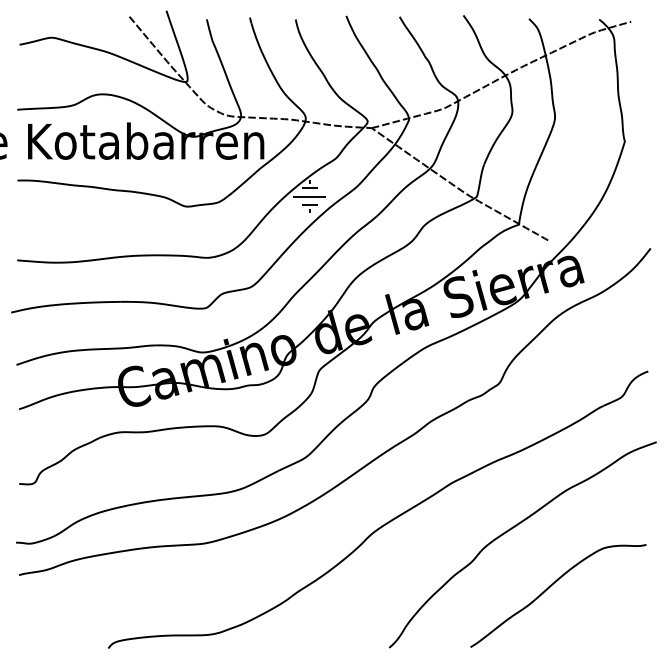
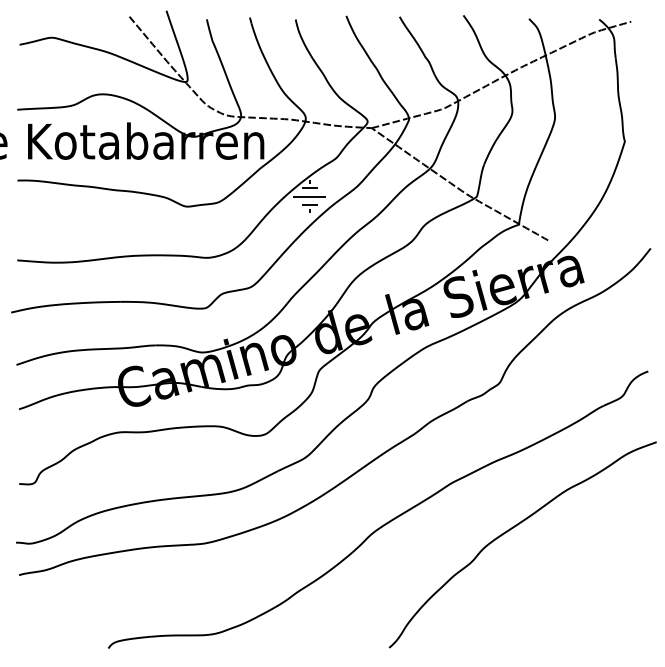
curve at (550, 587): present -> none
